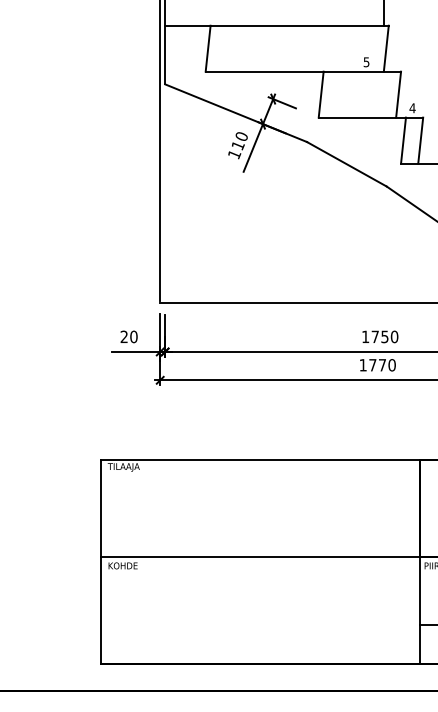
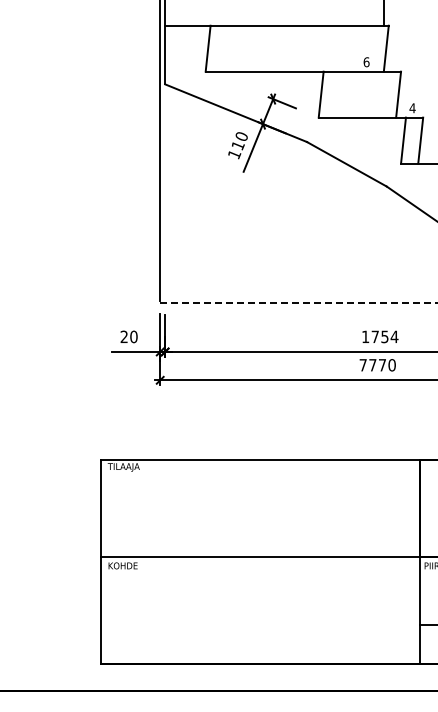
text at (366, 62): 5 -> 6
line at (299, 303): solid -> dashed
text at (394, 336): 1750 -> 1754
text at (362, 365): 1770 -> 7770
